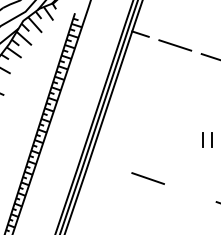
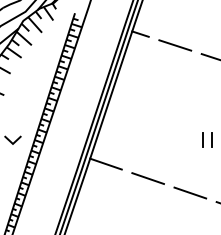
line at (10, 140): none -> present
line at (105, 163): none -> present
line at (190, 192): none -> present
